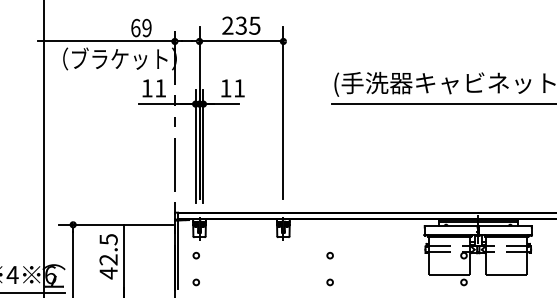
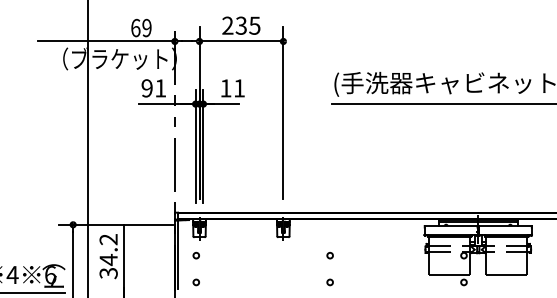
text at (146, 88): 11 -> 91
line at (44, 148) position: (44, 148) -> (88, 148)
text at (108, 256): 42.5 -> 34.2
